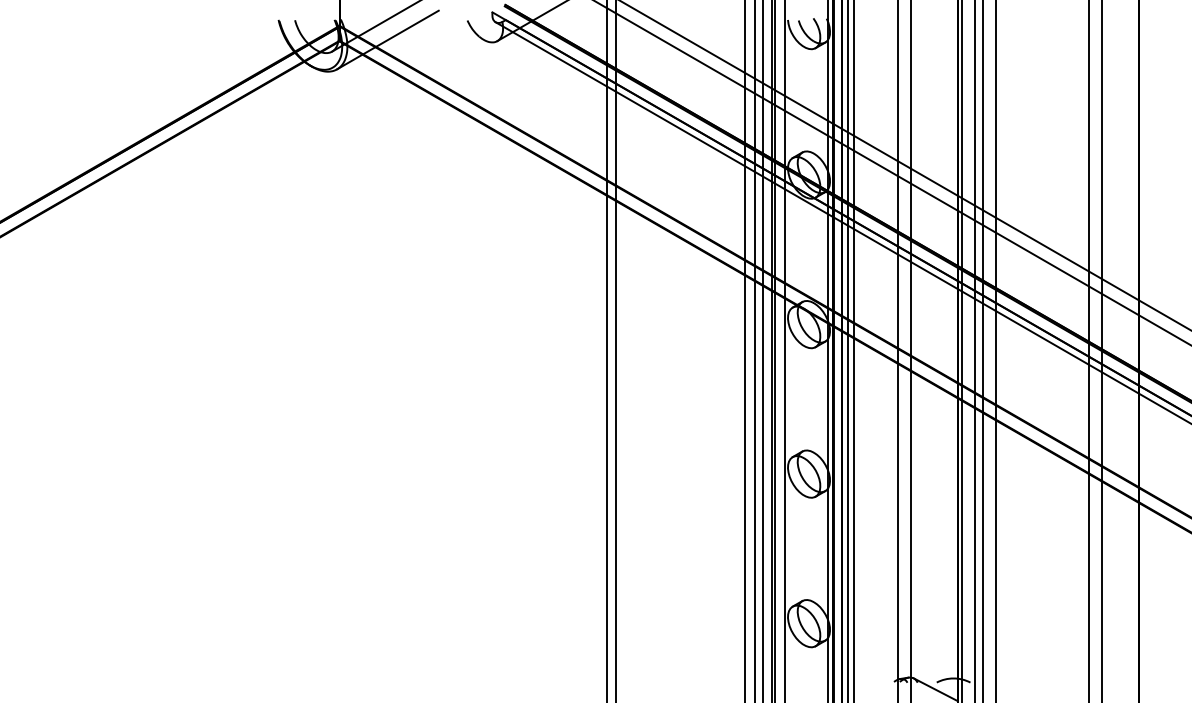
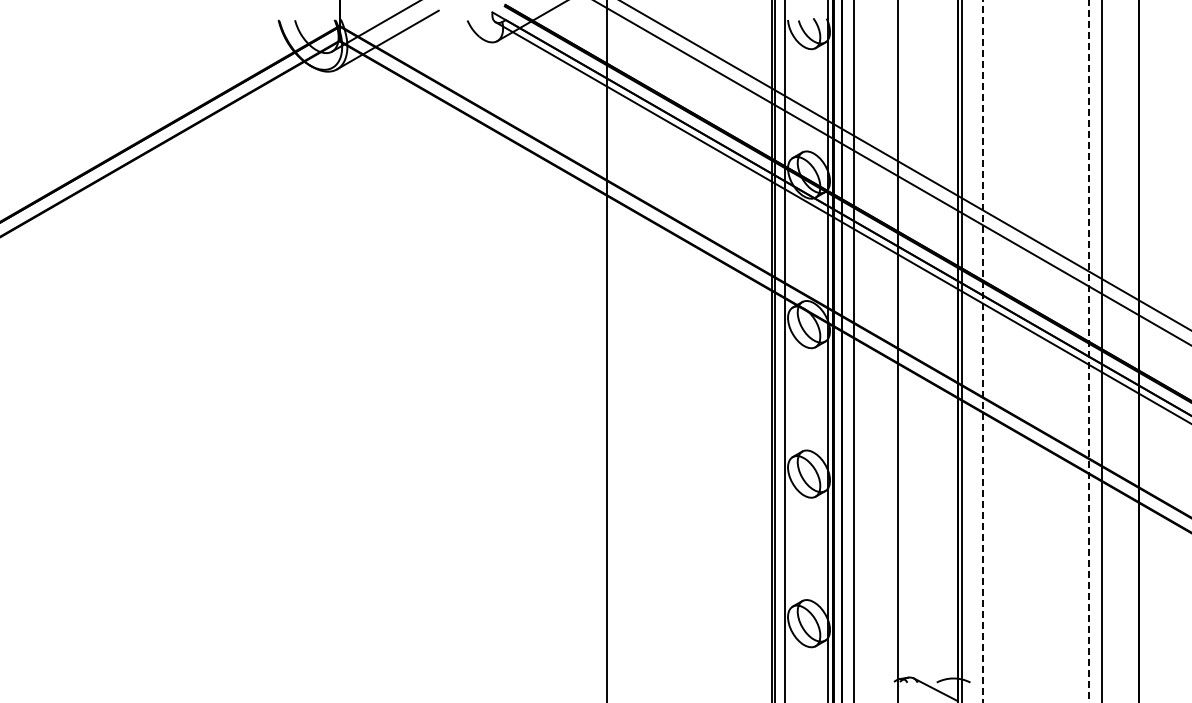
line at (616, 350): present -> none
line at (745, 350): present -> none
line at (754, 350): present -> none
line at (762, 350): present -> none
line at (847, 350): present -> none
line at (911, 350): present -> none
line at (975, 350): present -> none
line at (995, 350): present -> none
line at (982, 351): solid -> dashed
line at (1089, 351): solid -> dashed
